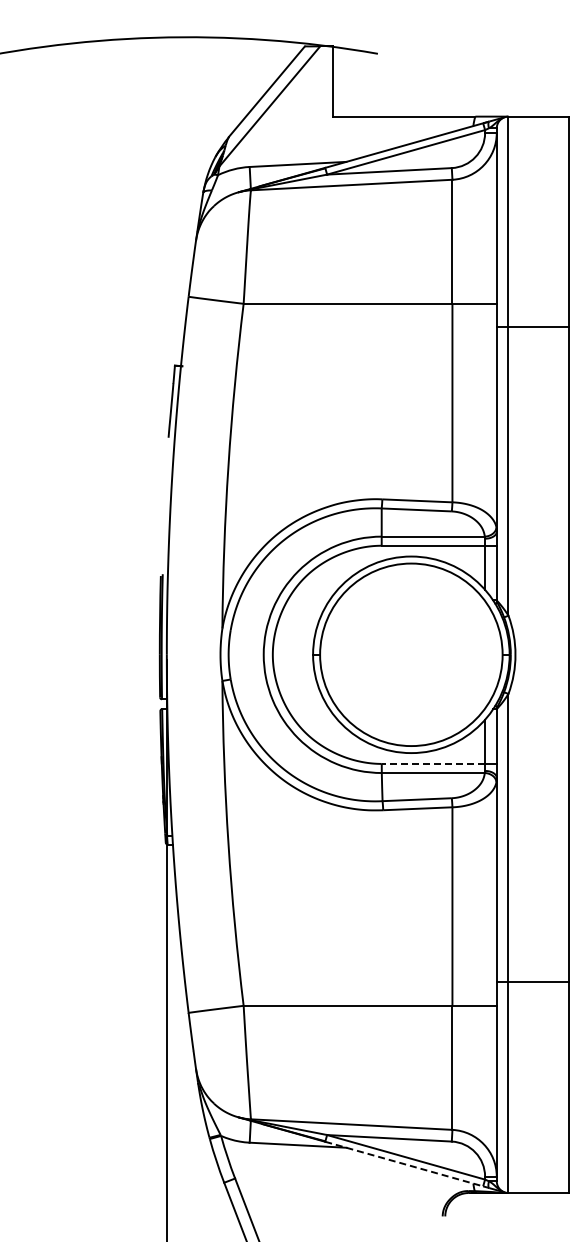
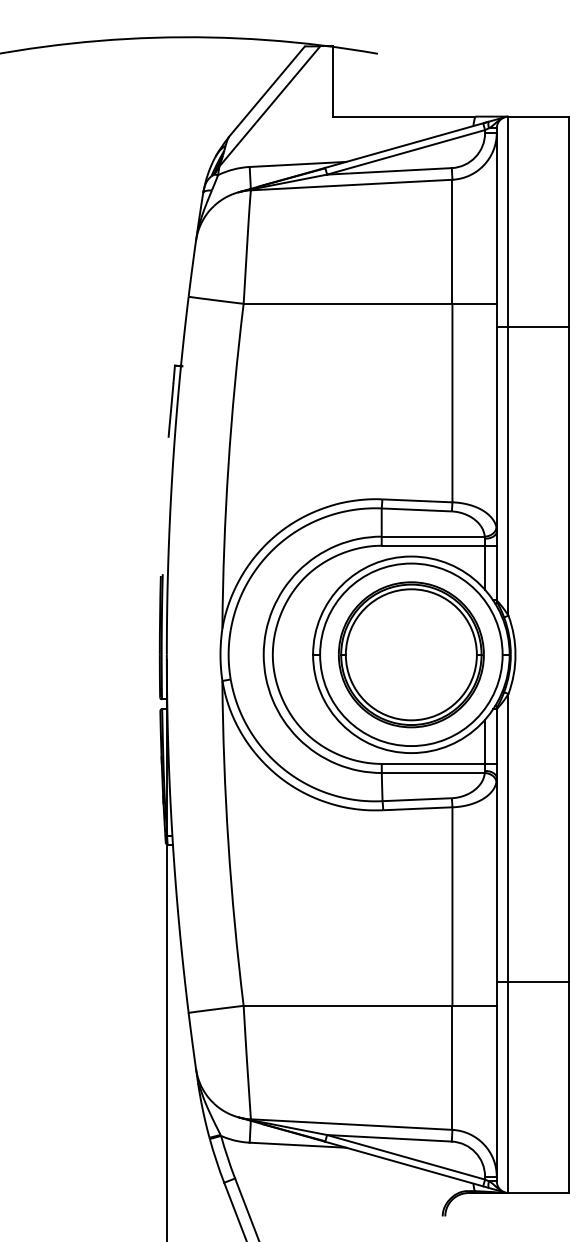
part at (411, 654): none -> present
line at (433, 763): dashed -> solid
line at (404, 1164): dashed -> solid
